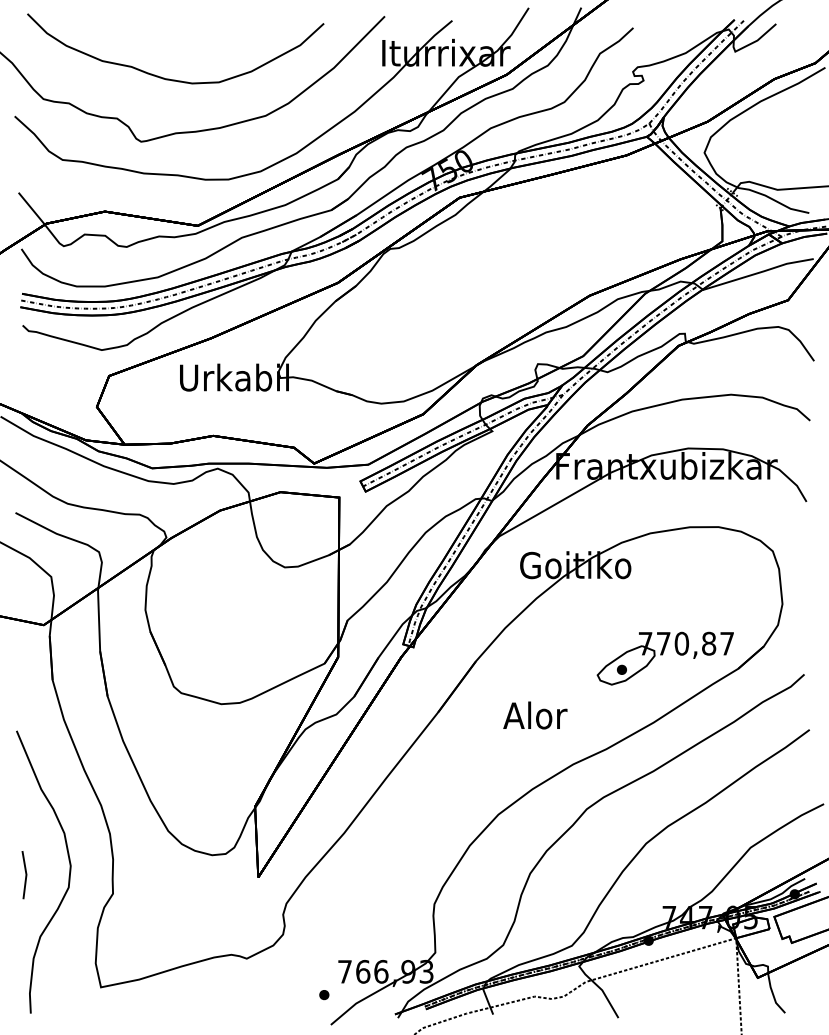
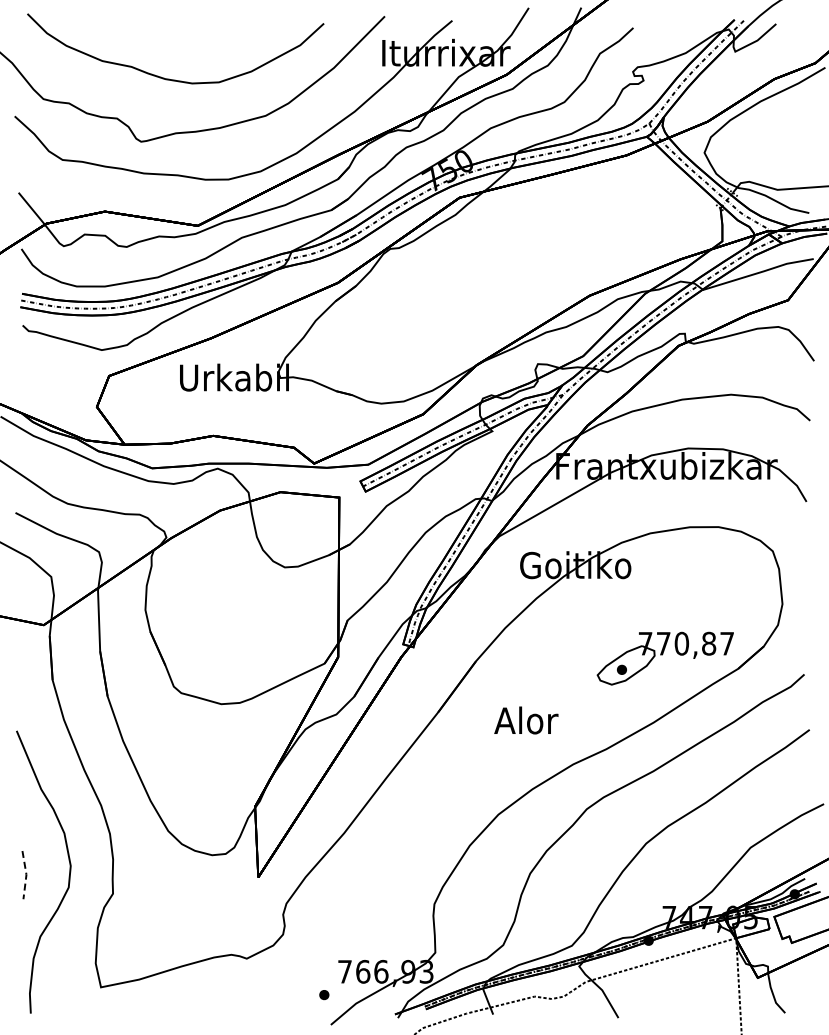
text at (535, 715) position: (535, 715) -> (526, 720)
line at (26, 874): solid -> dashed
